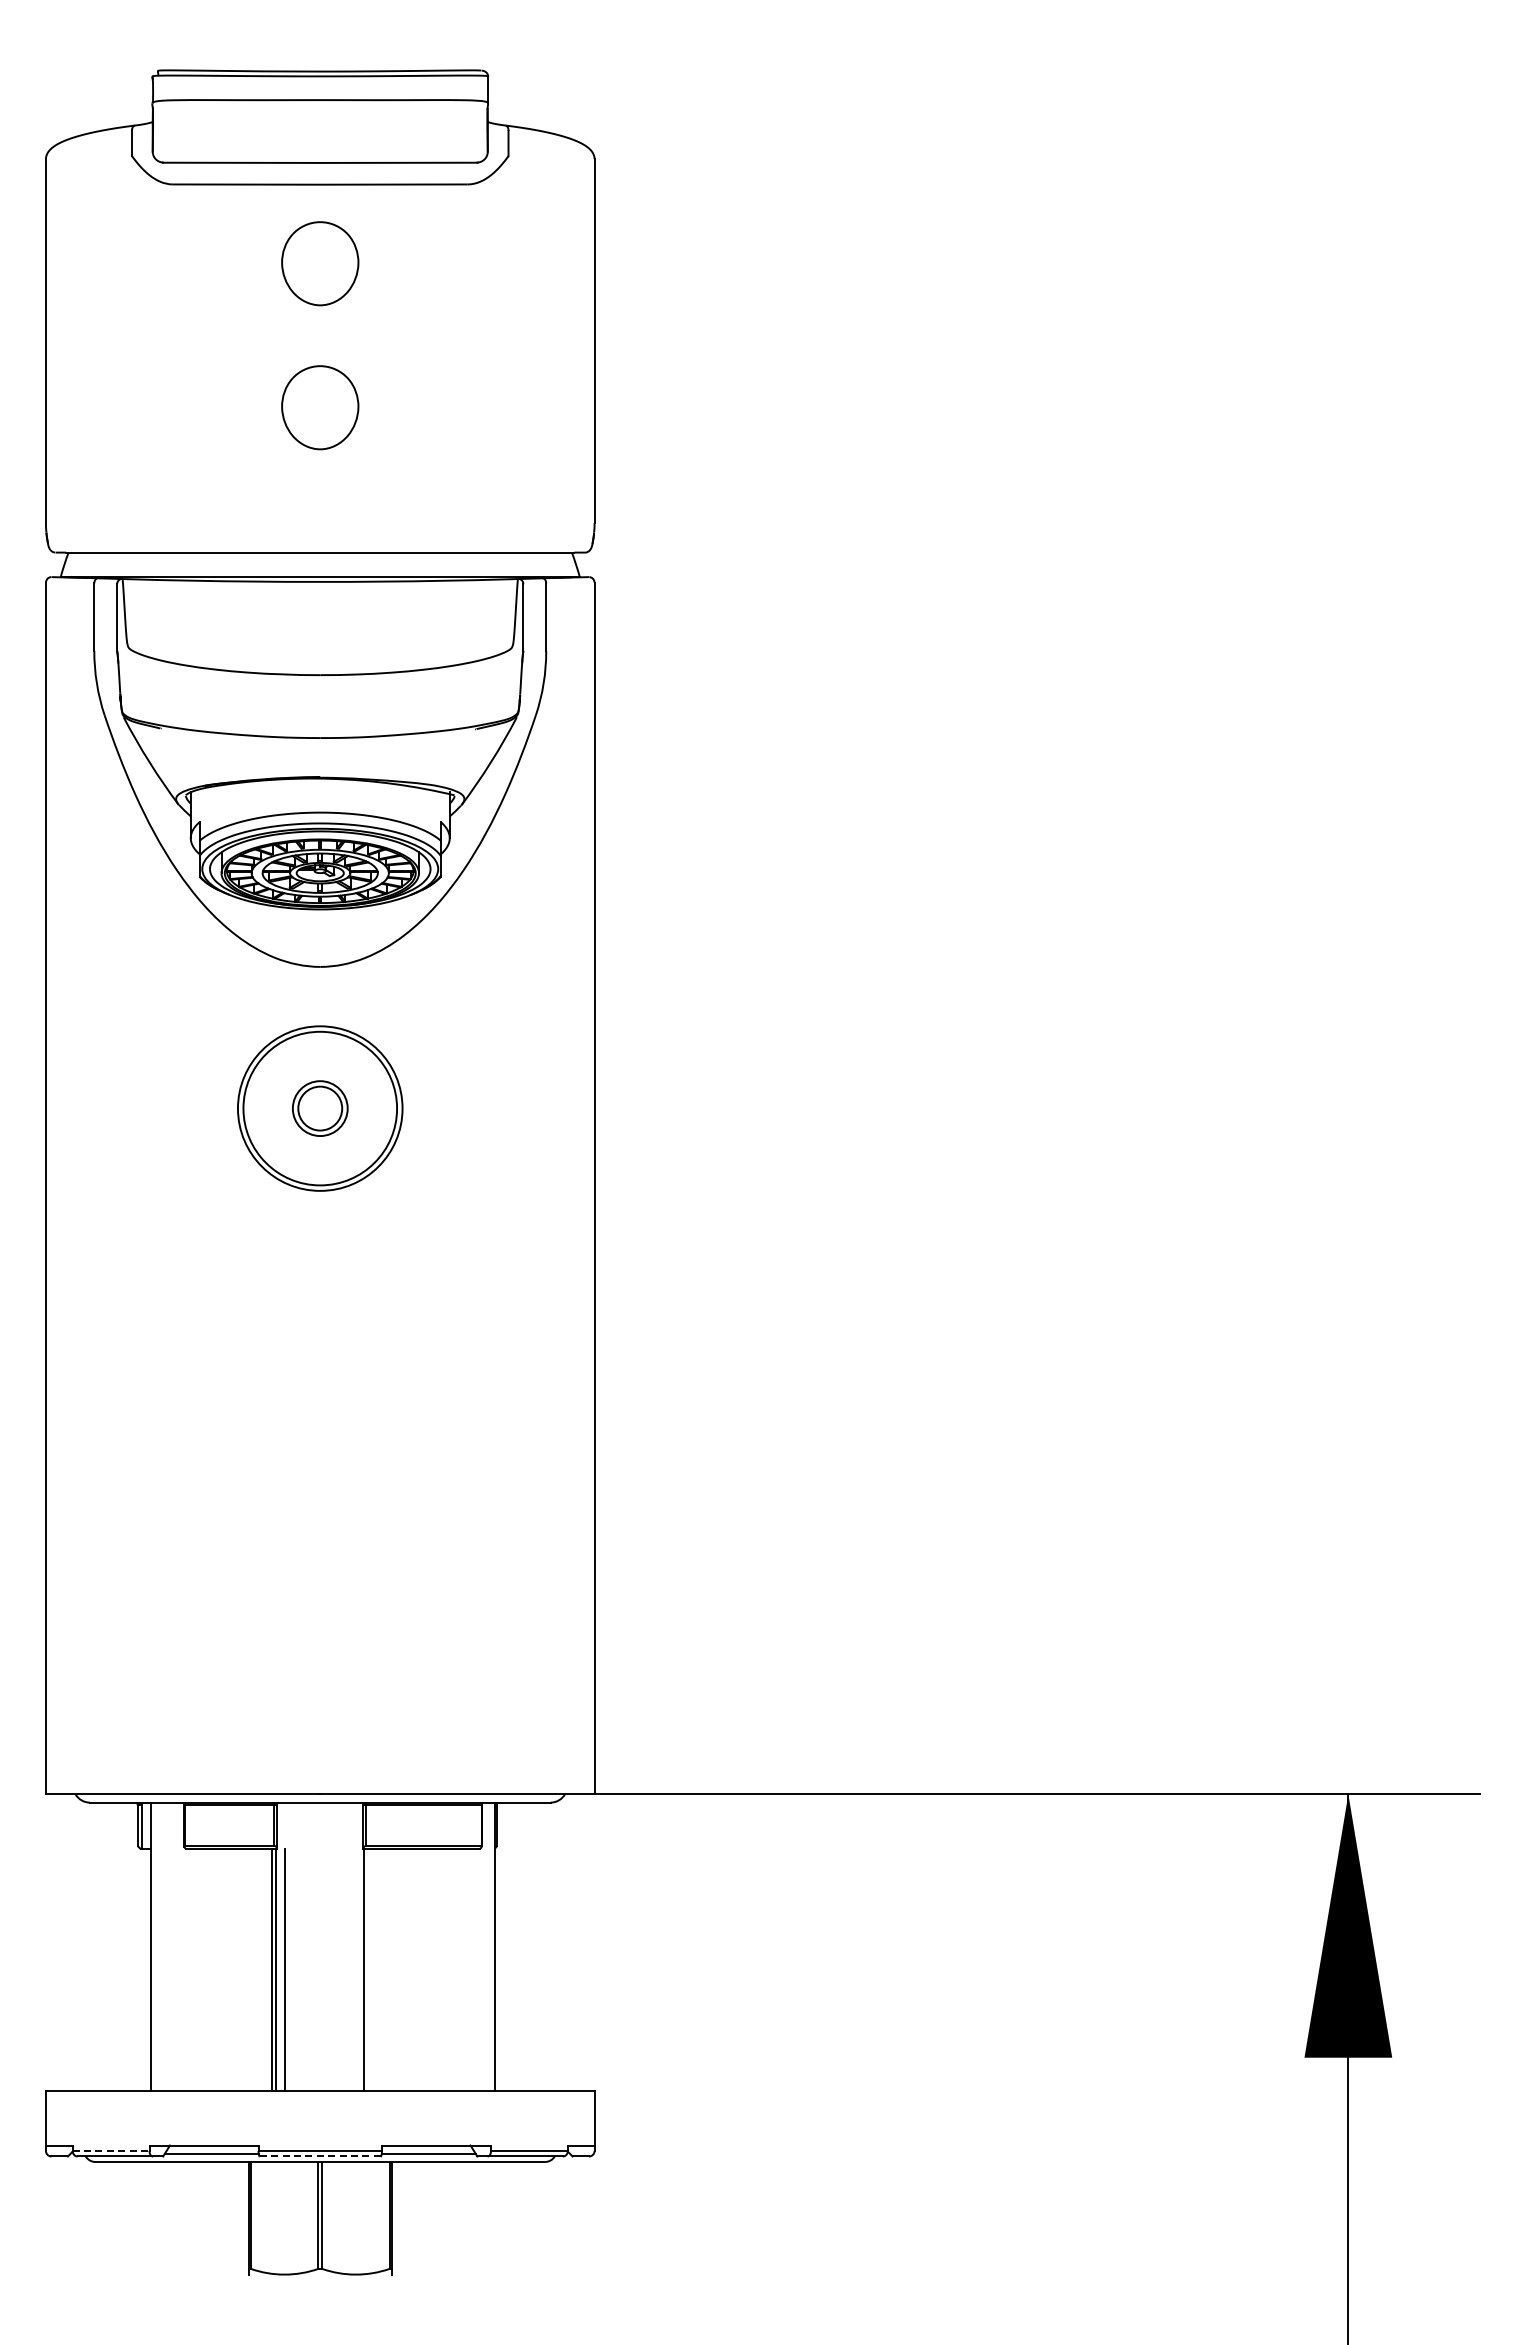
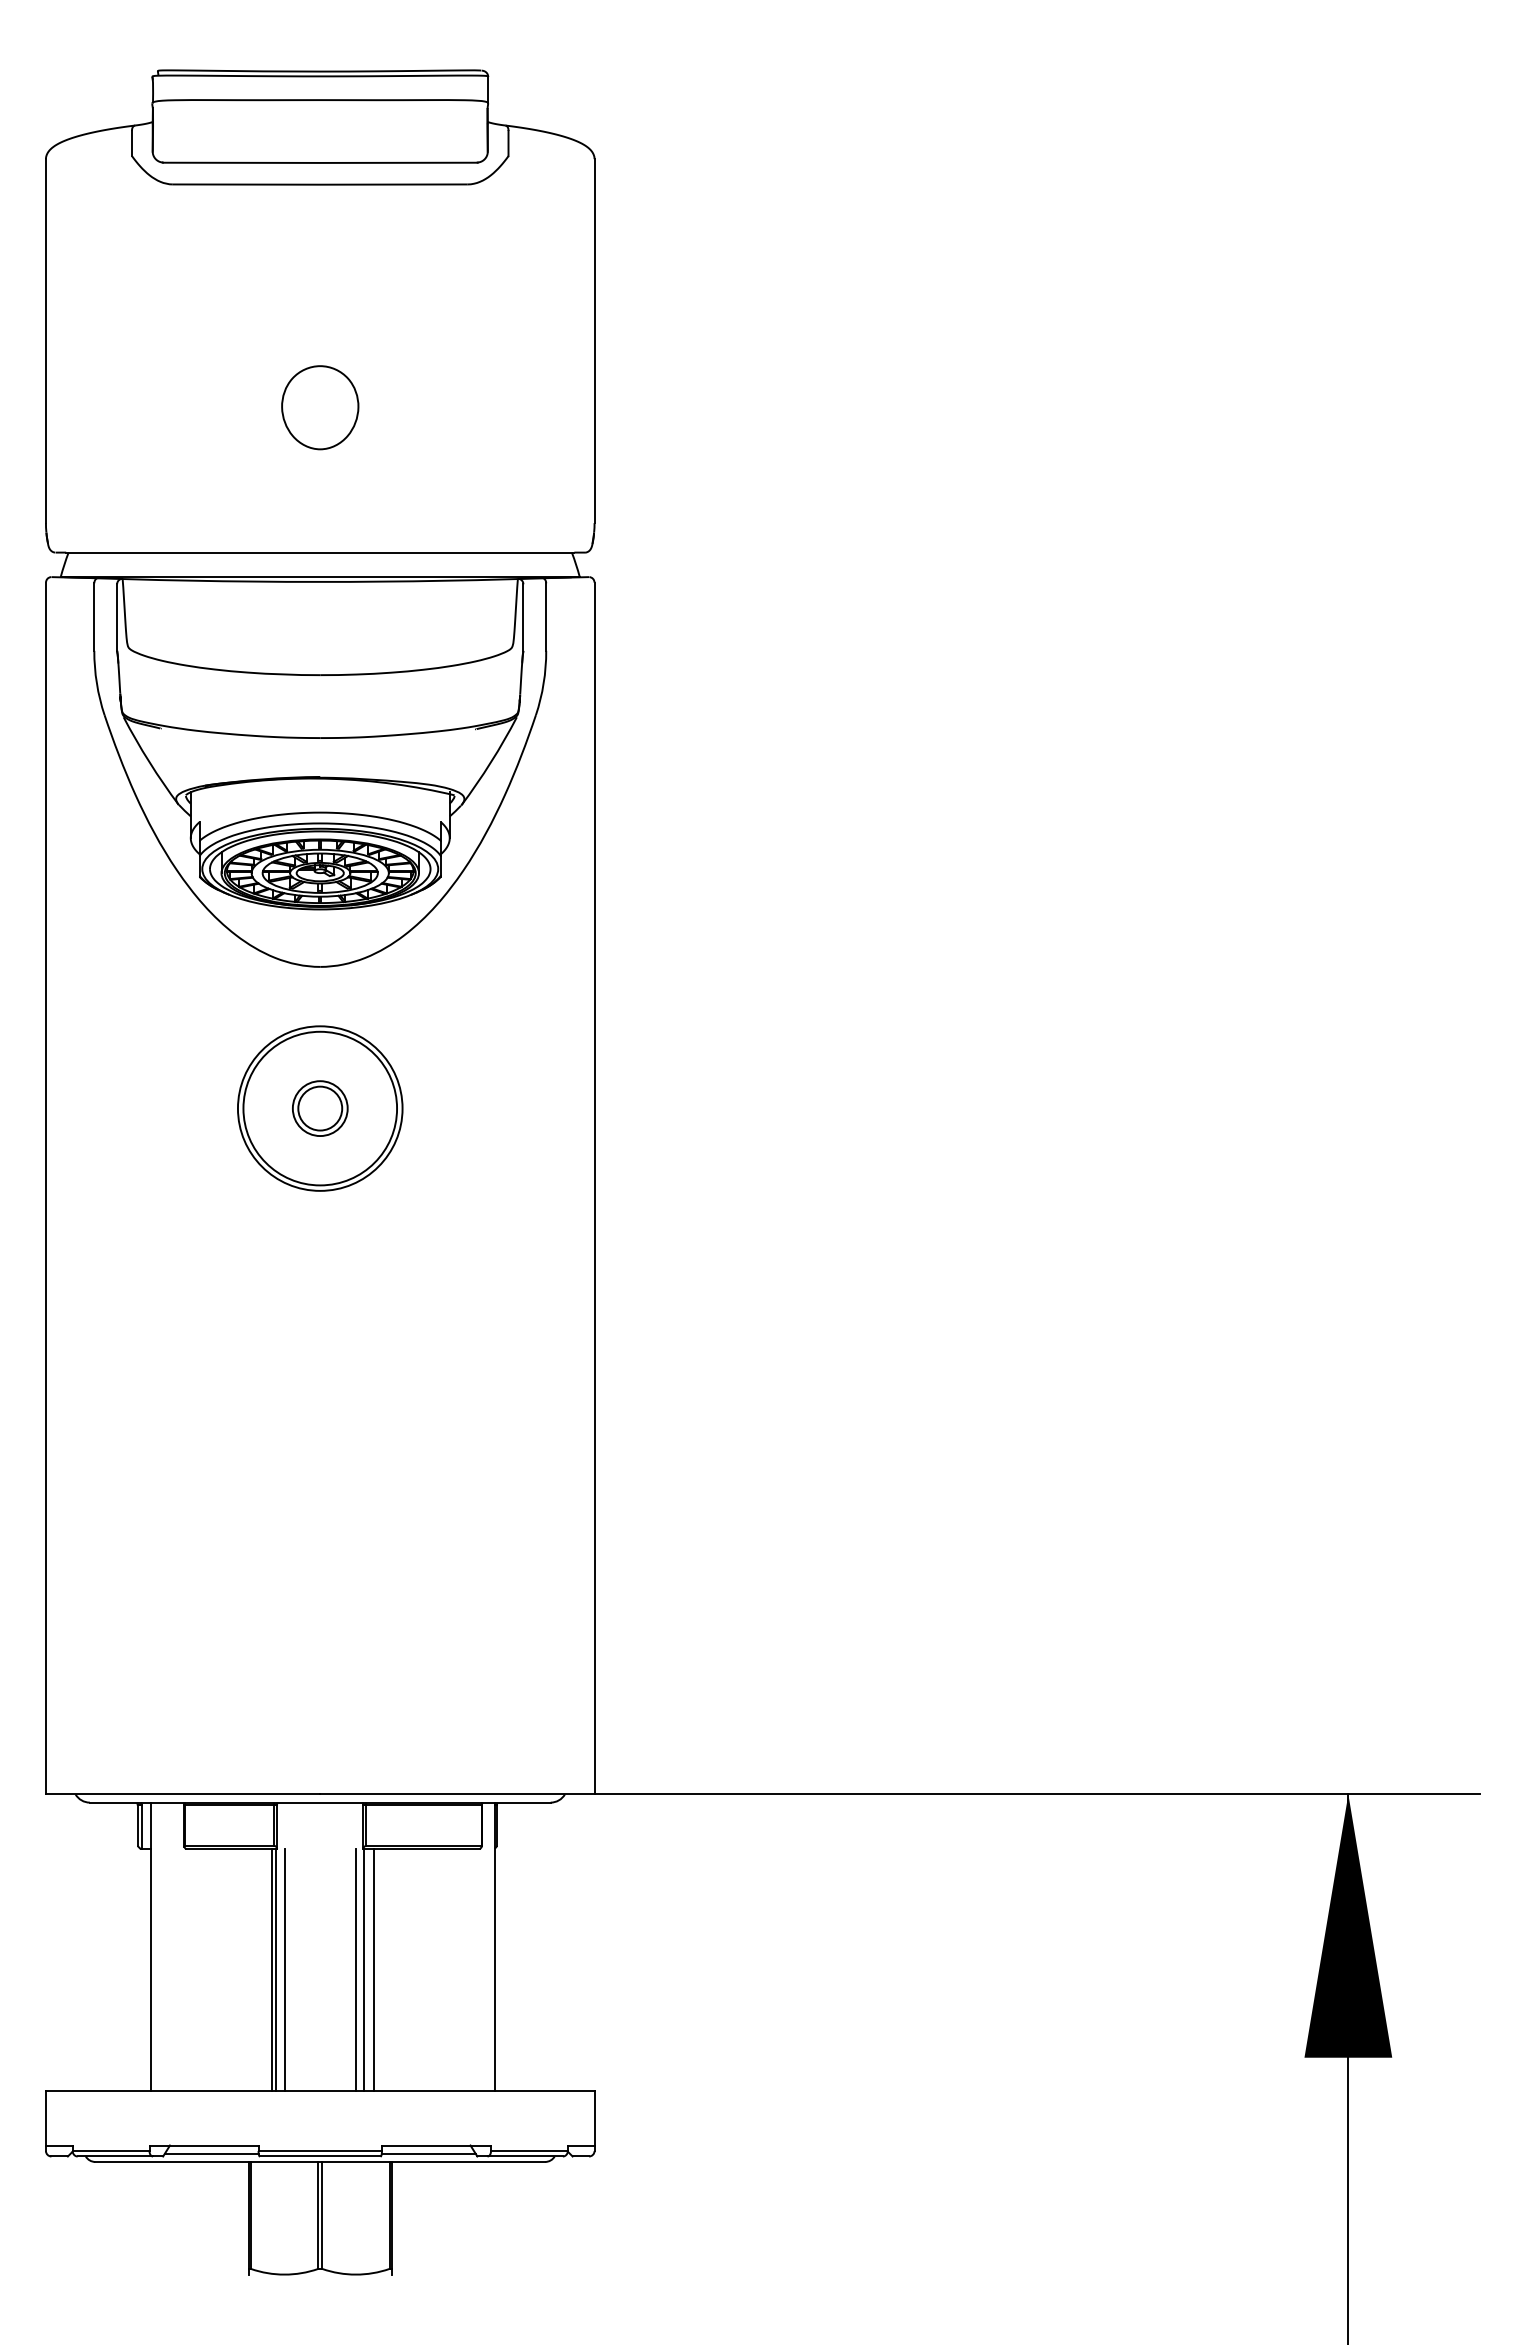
part at (320, 263): present -> none
line at (355, 1969): none -> present
line at (374, 1969): none -> present
line at (111, 2150): dashed -> solid
line at (319, 2156): dashed -> solid
